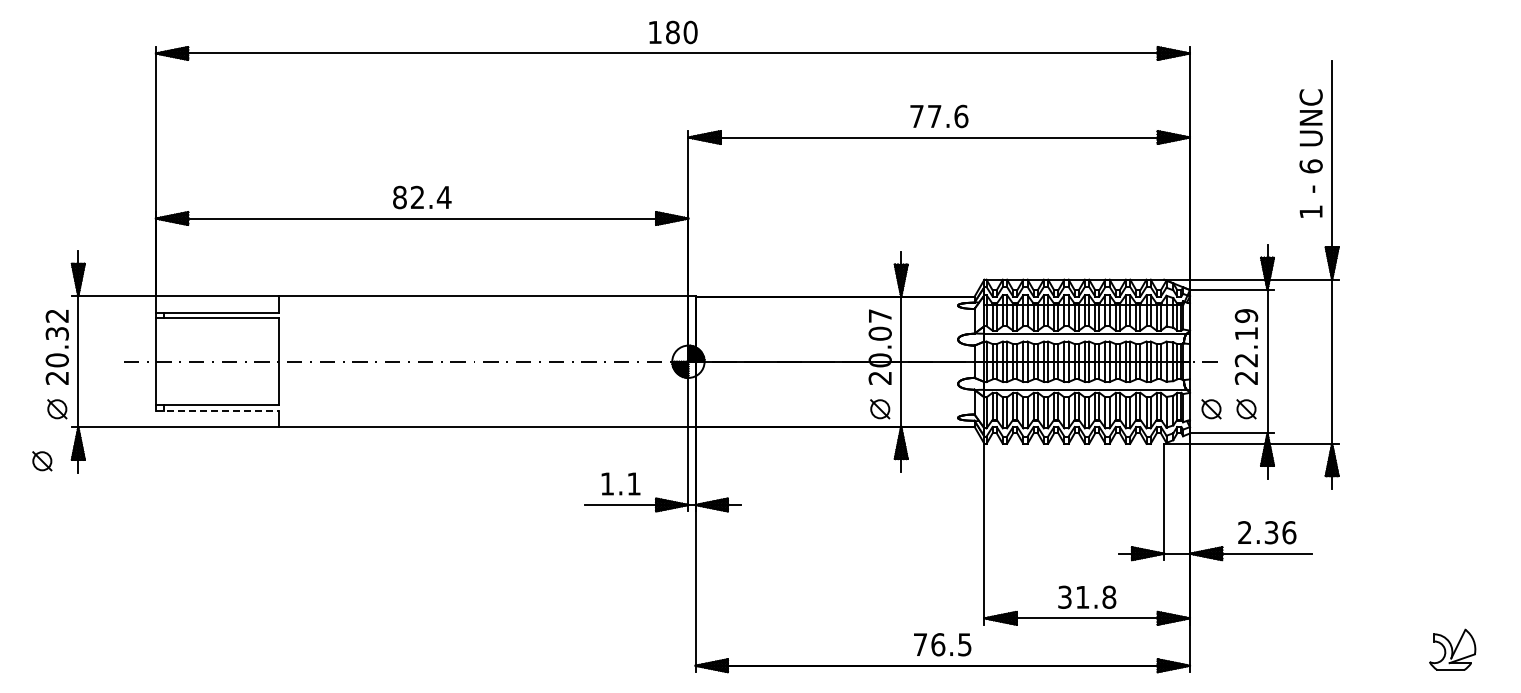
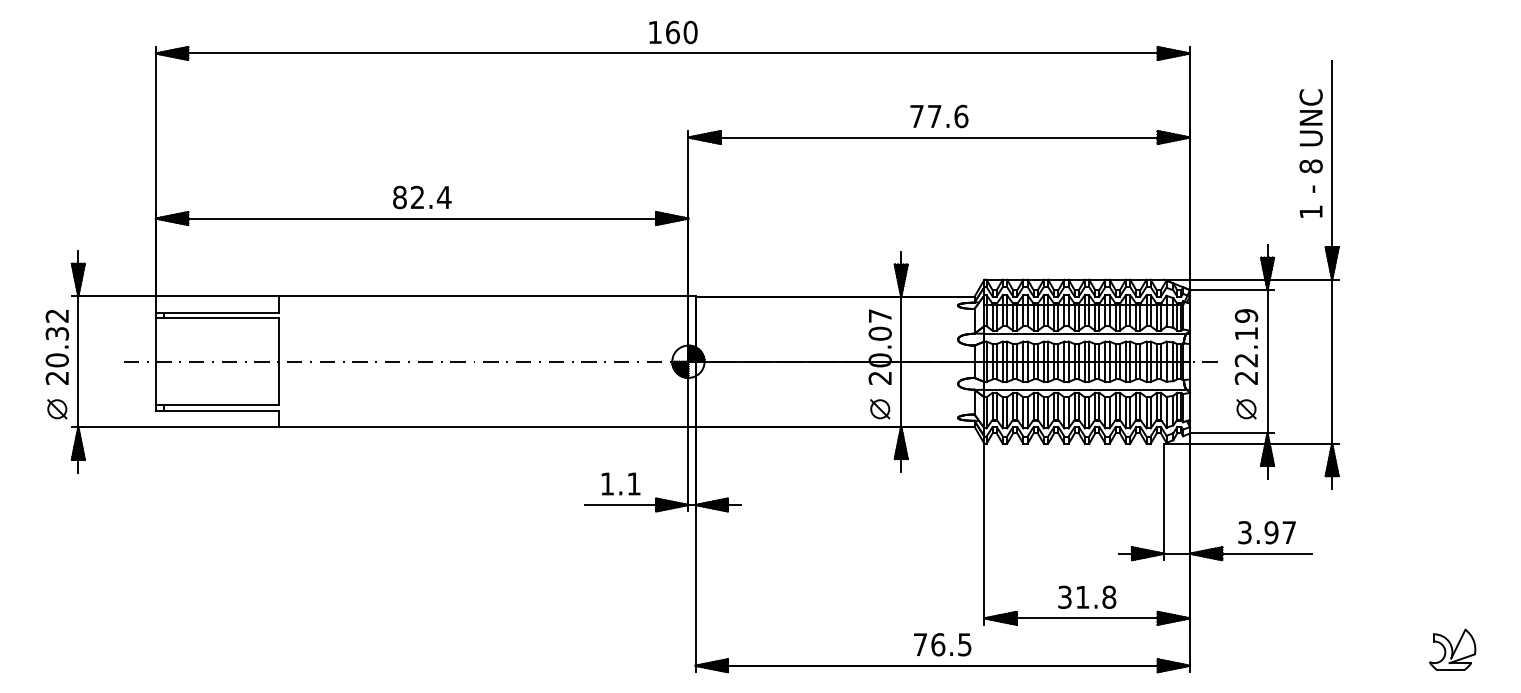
text at (672, 31): 180 -> 160
text at (1310, 166): 6 -> 8
part at (1211, 409): present -> none
line at (217, 411): dashed -> solid
part at (42, 461): present -> none
text at (1267, 532): 2.36 -> 3.97
